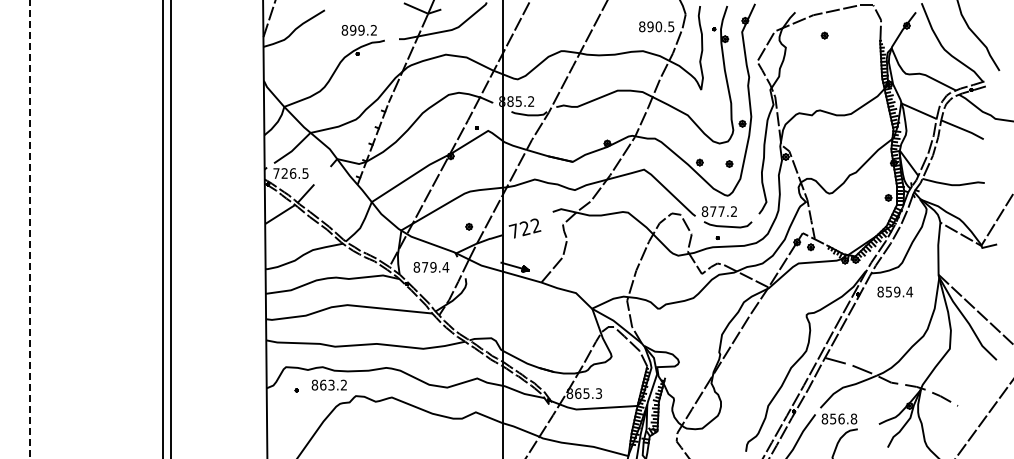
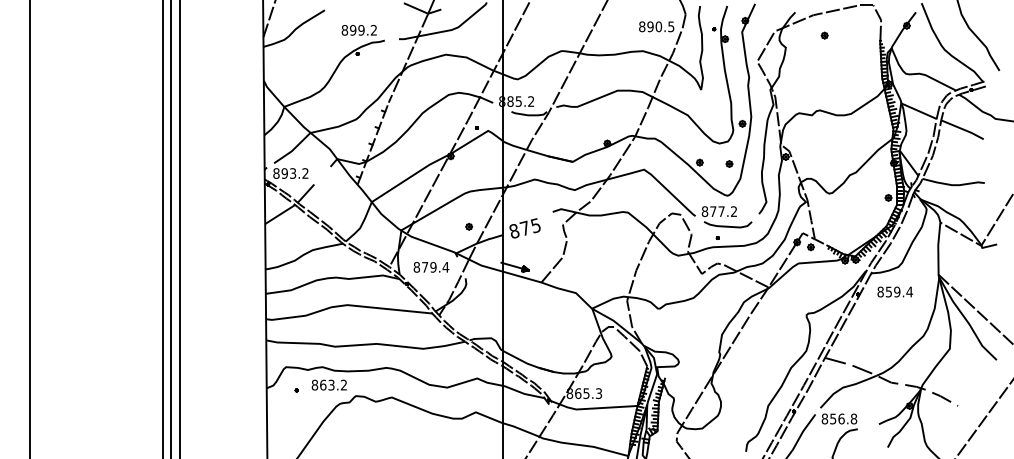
text at (290, 173): 726.5 -> 893.2
line at (180, 228): none -> present
text at (524, 228): 722 -> 875
line at (30, 229): dashed -> solid
